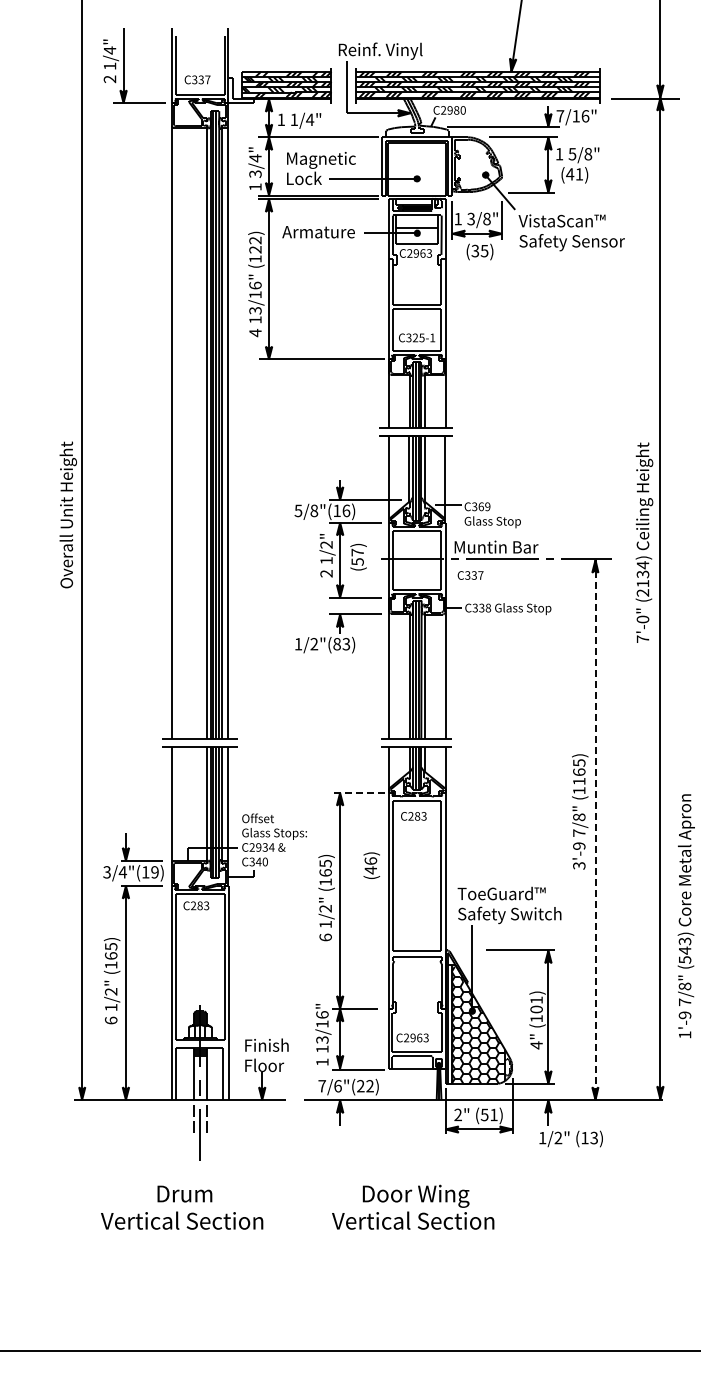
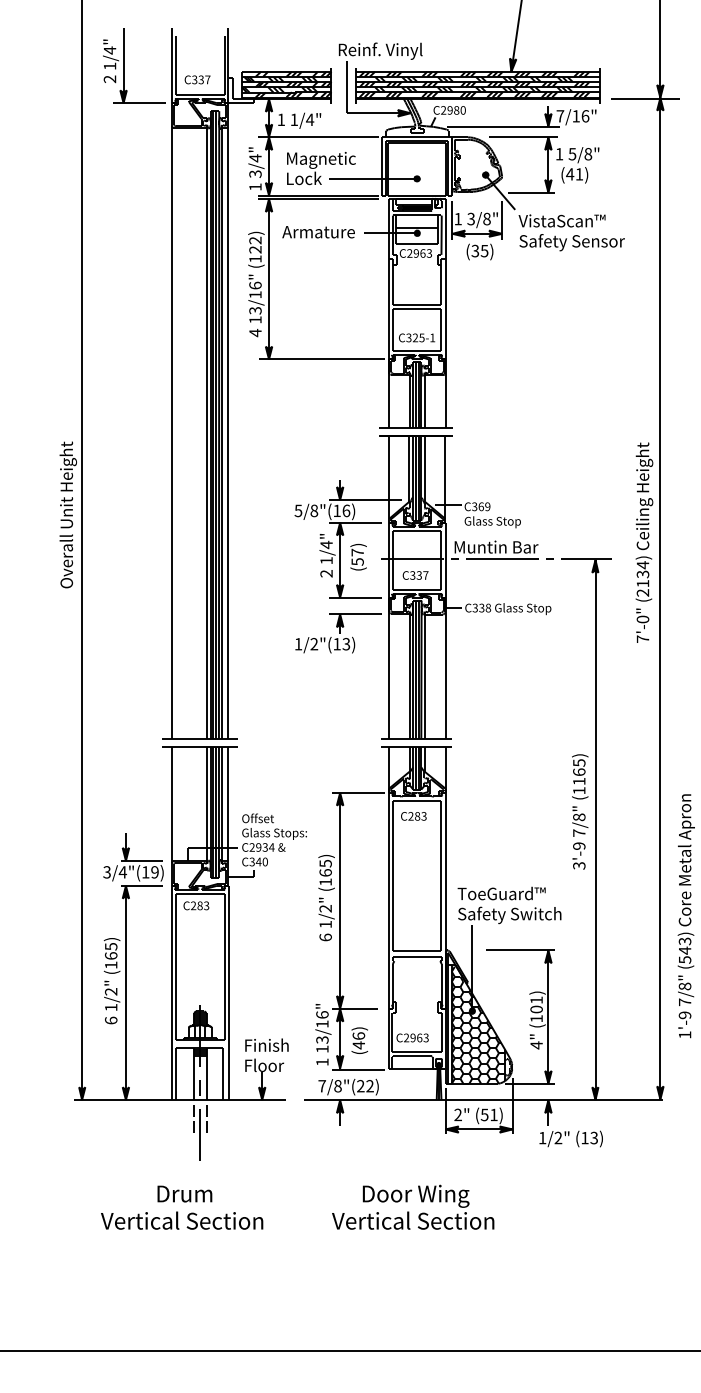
text at (326, 544): 1/2" -> 1/4"
text at (470, 575) position: (470, 575) -> (415, 575)
text at (336, 644): 1/2"(83) -> 1/2"(13)
line at (358, 792): dashed -> solid
line at (595, 830): dashed -> solid
text at (371, 865) position: (371, 865) -> (359, 1040)
text at (337, 1086): 7/6"(22) -> 7/8"(22)
